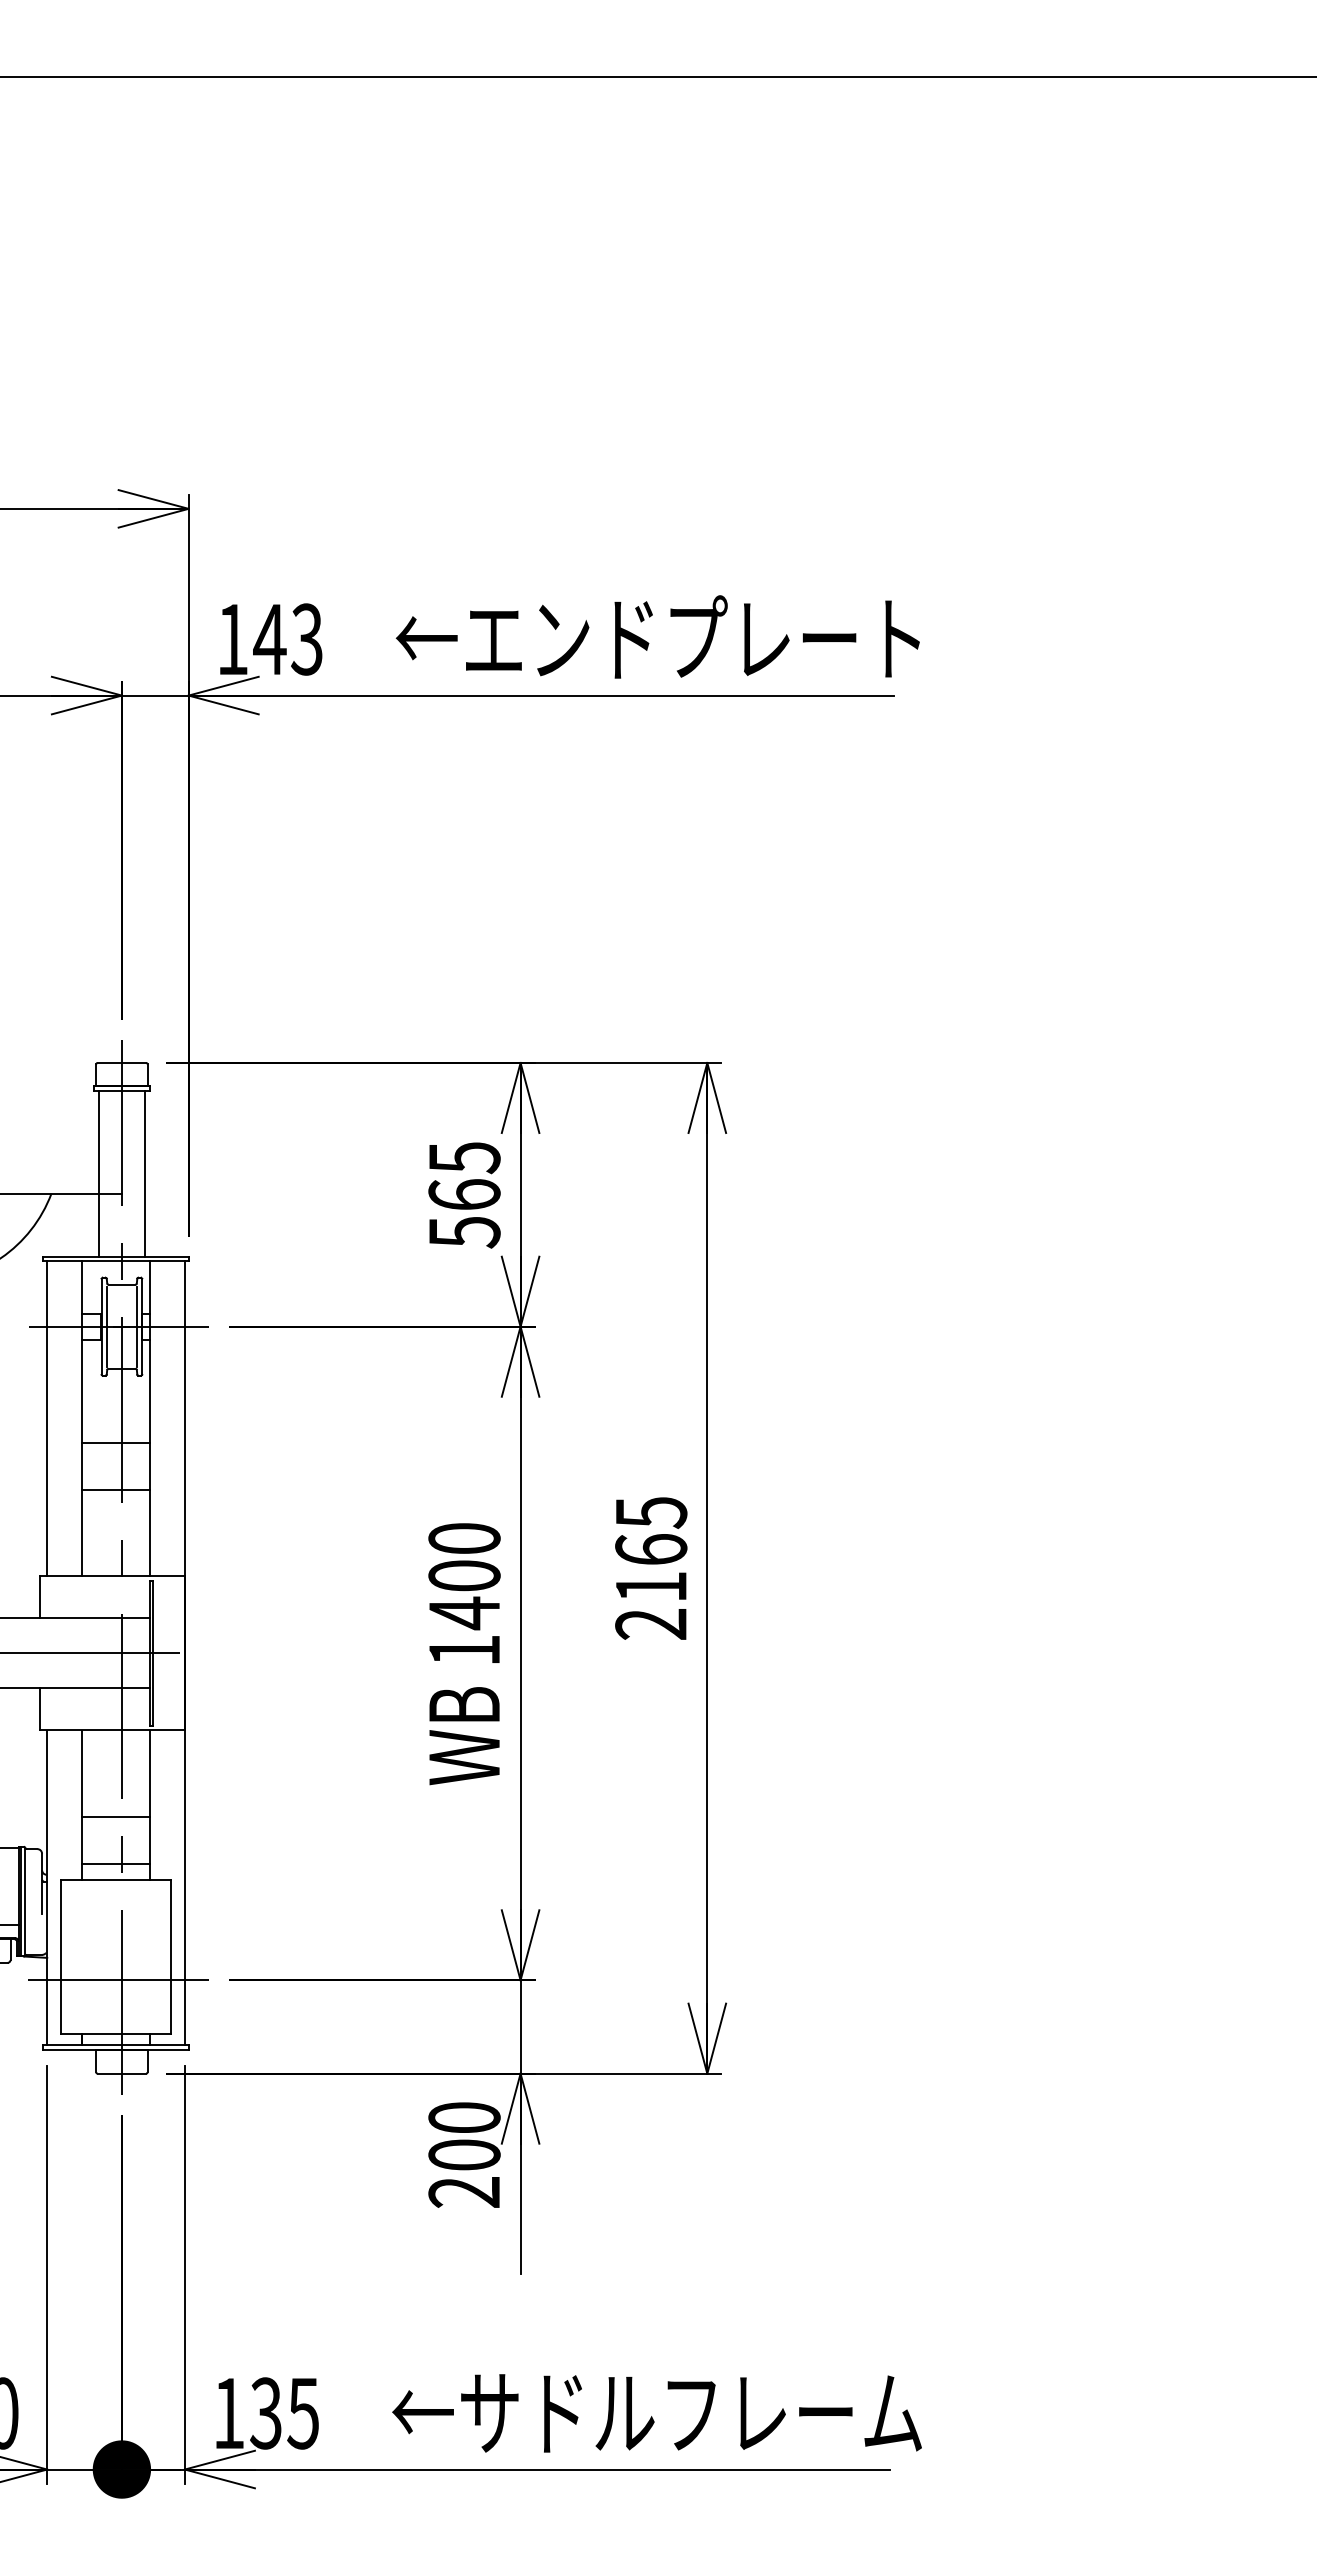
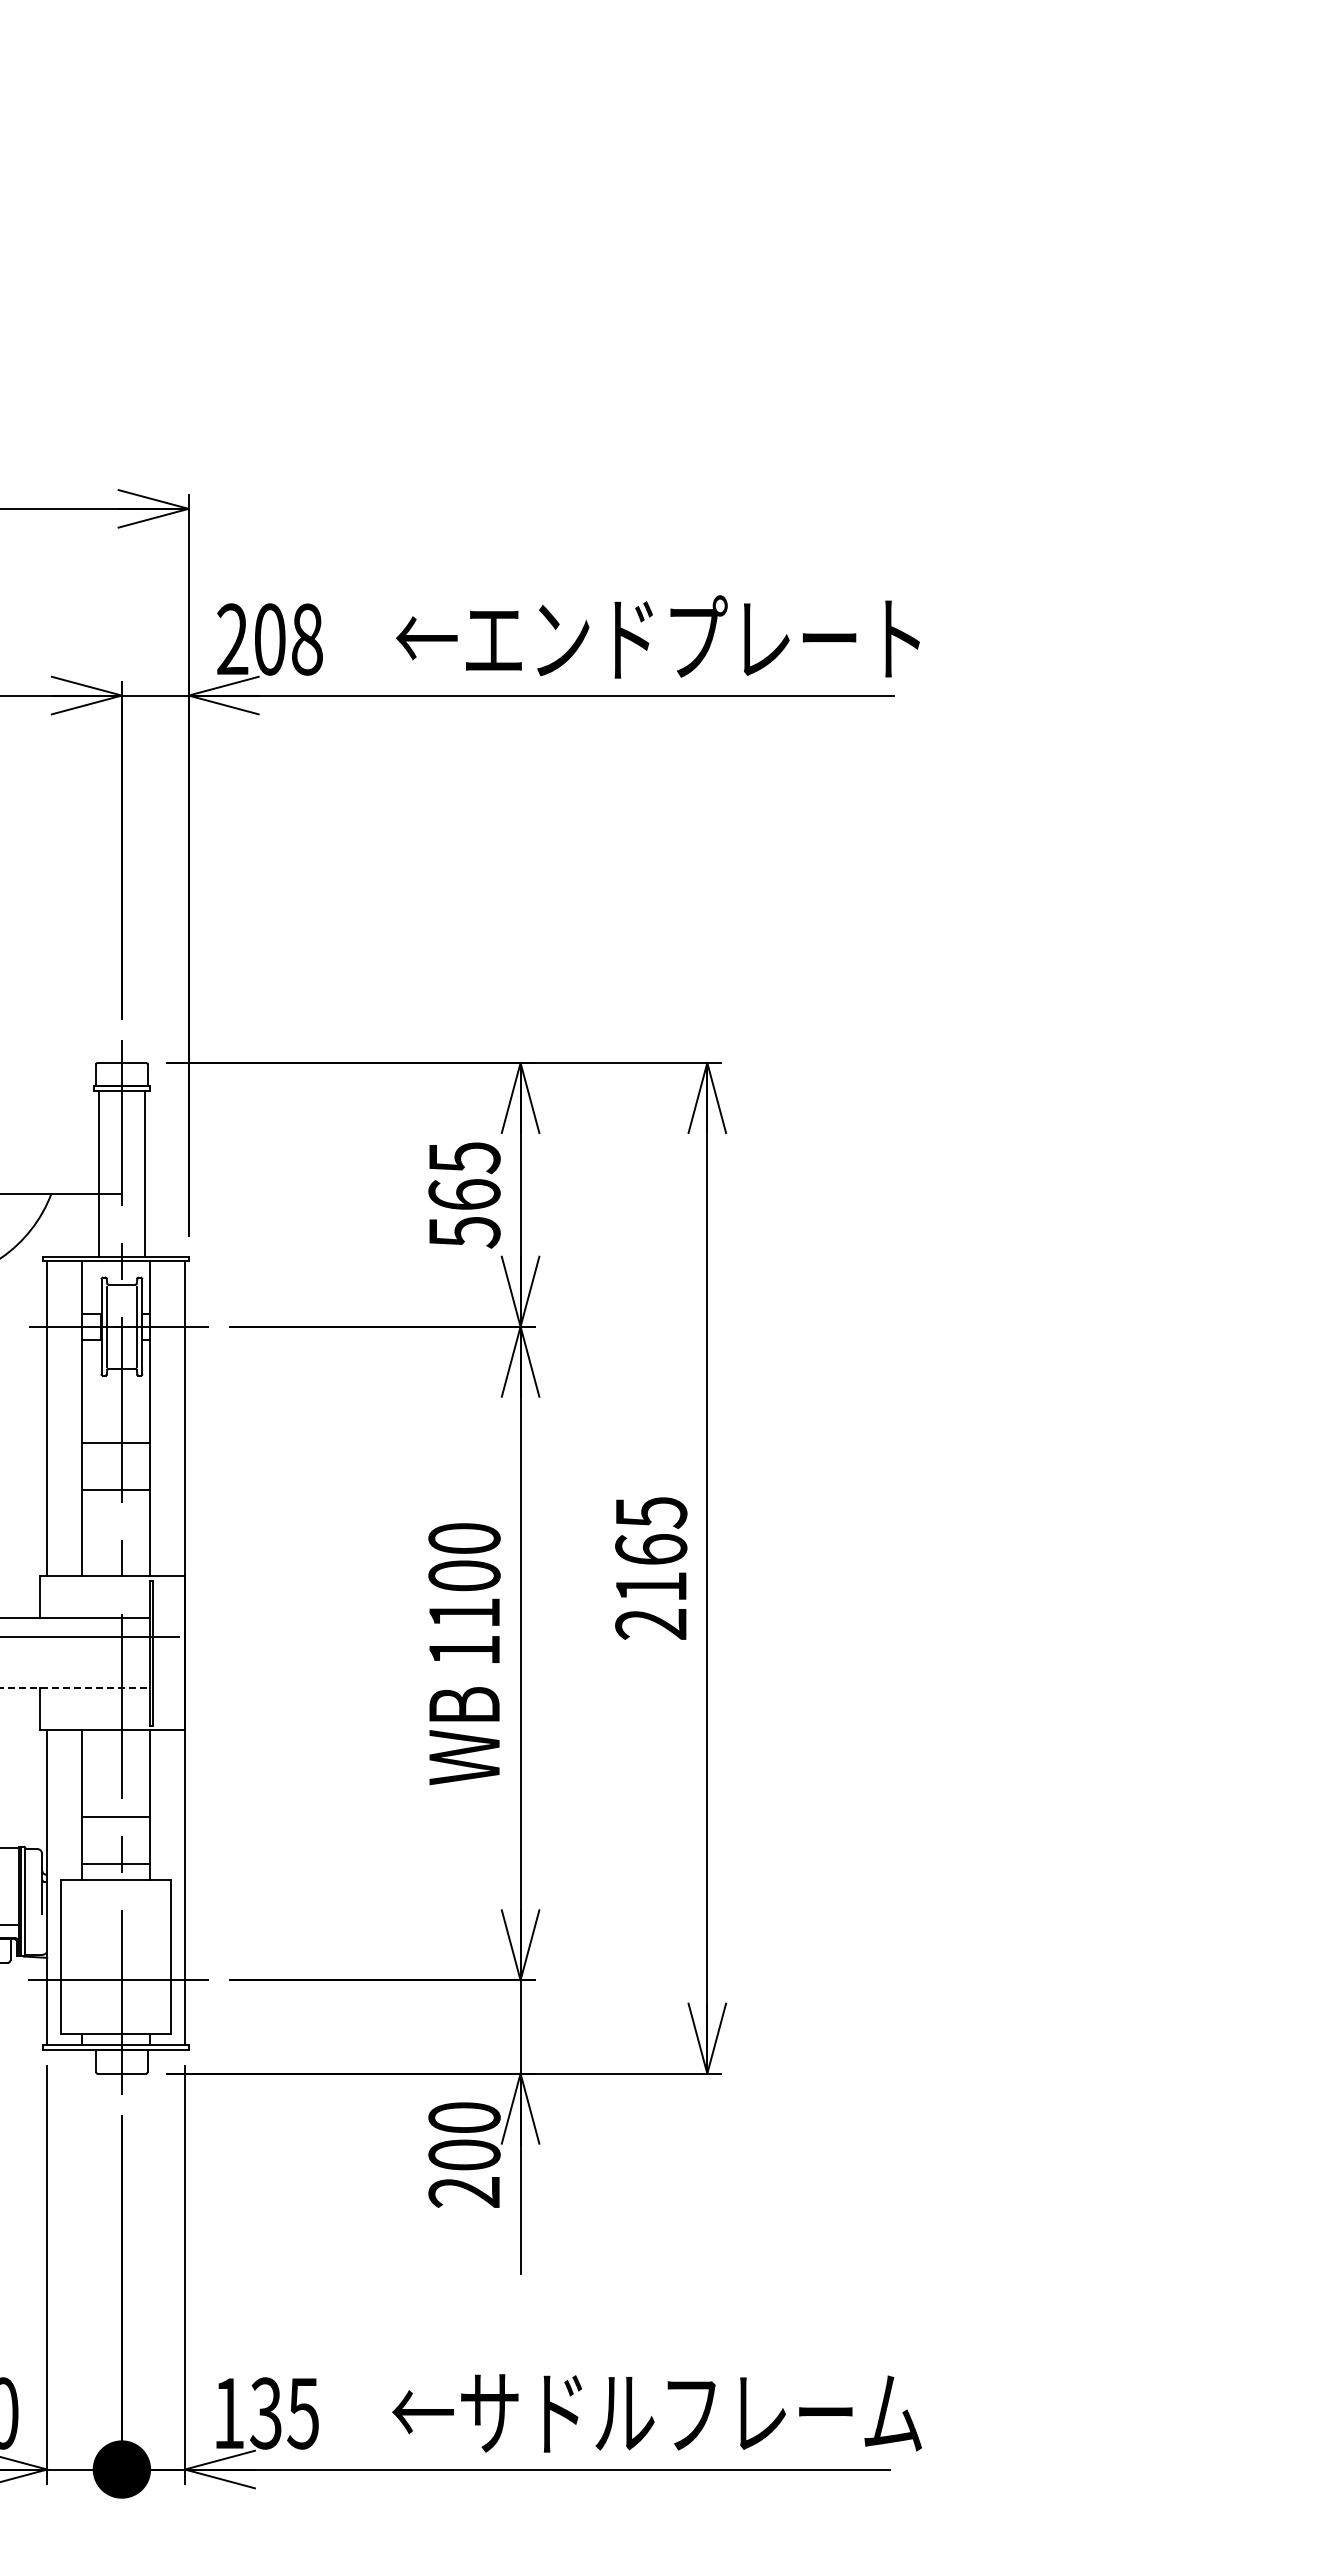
line at (657, 77): present -> none
text at (269, 639): 143 -> 208
text at (464, 1613): 1400 -> 1100
line at (94, 1653) position: (94, 1653) -> (94, 1637)
line at (75, 1688): solid -> dashed
